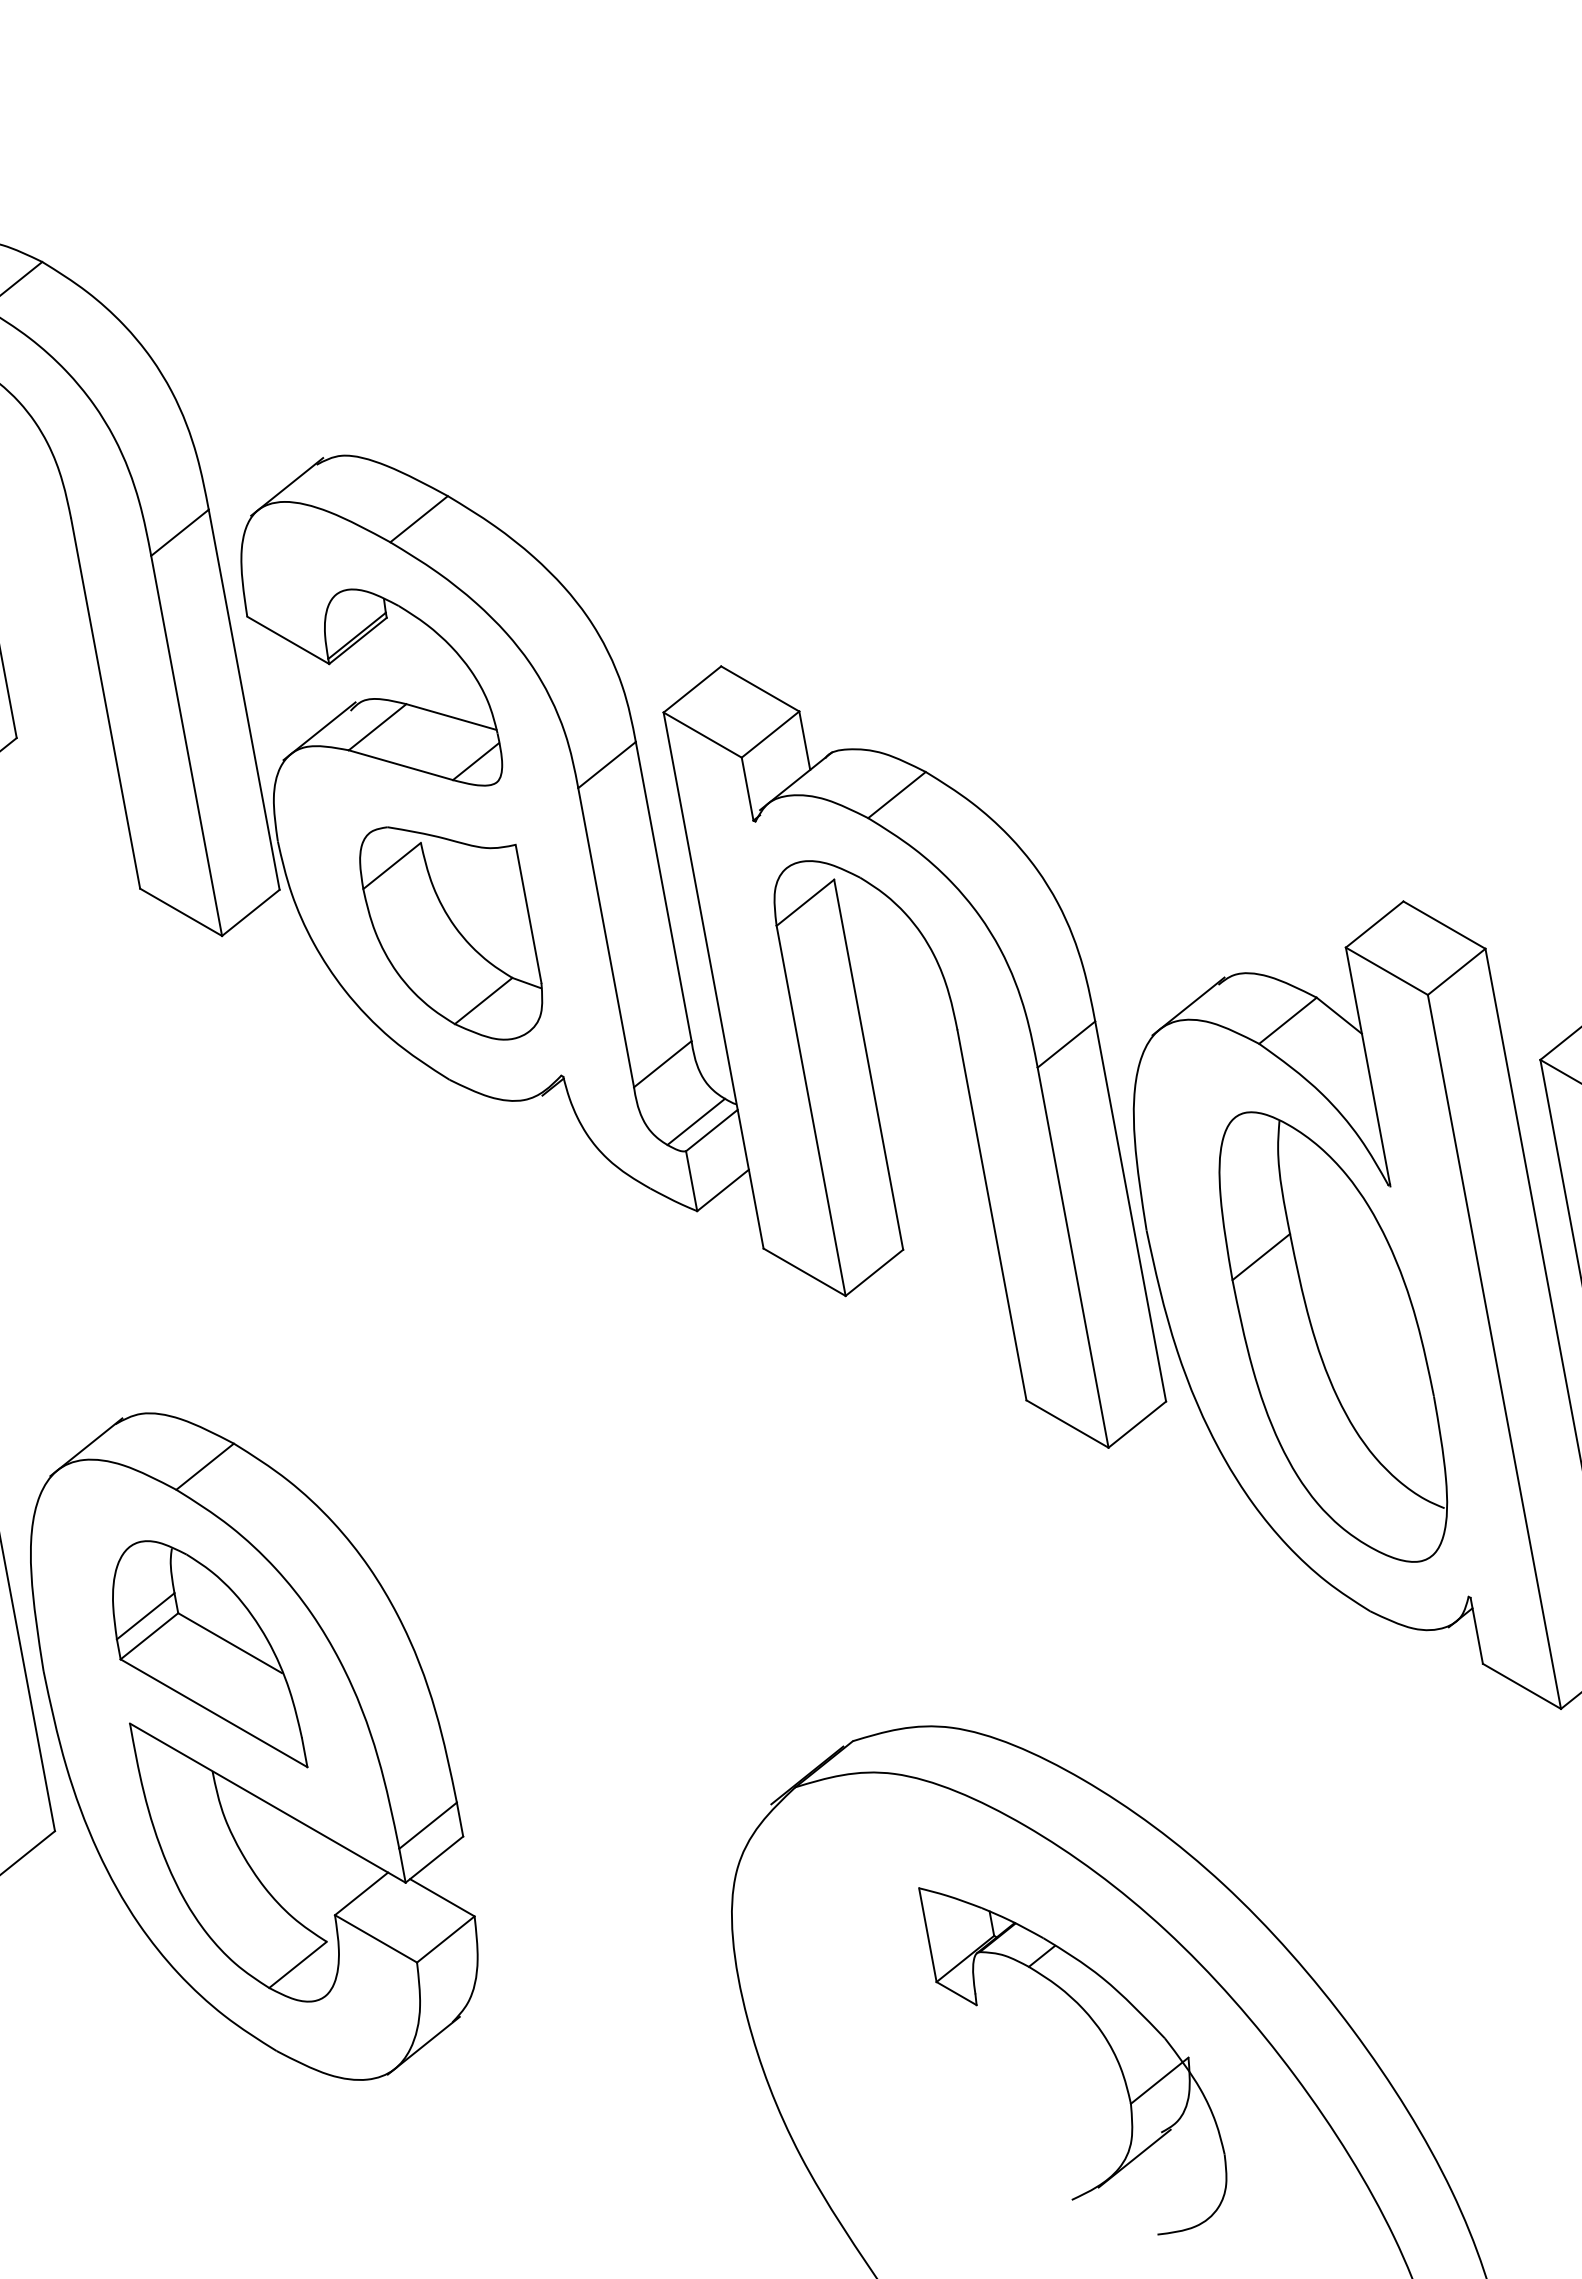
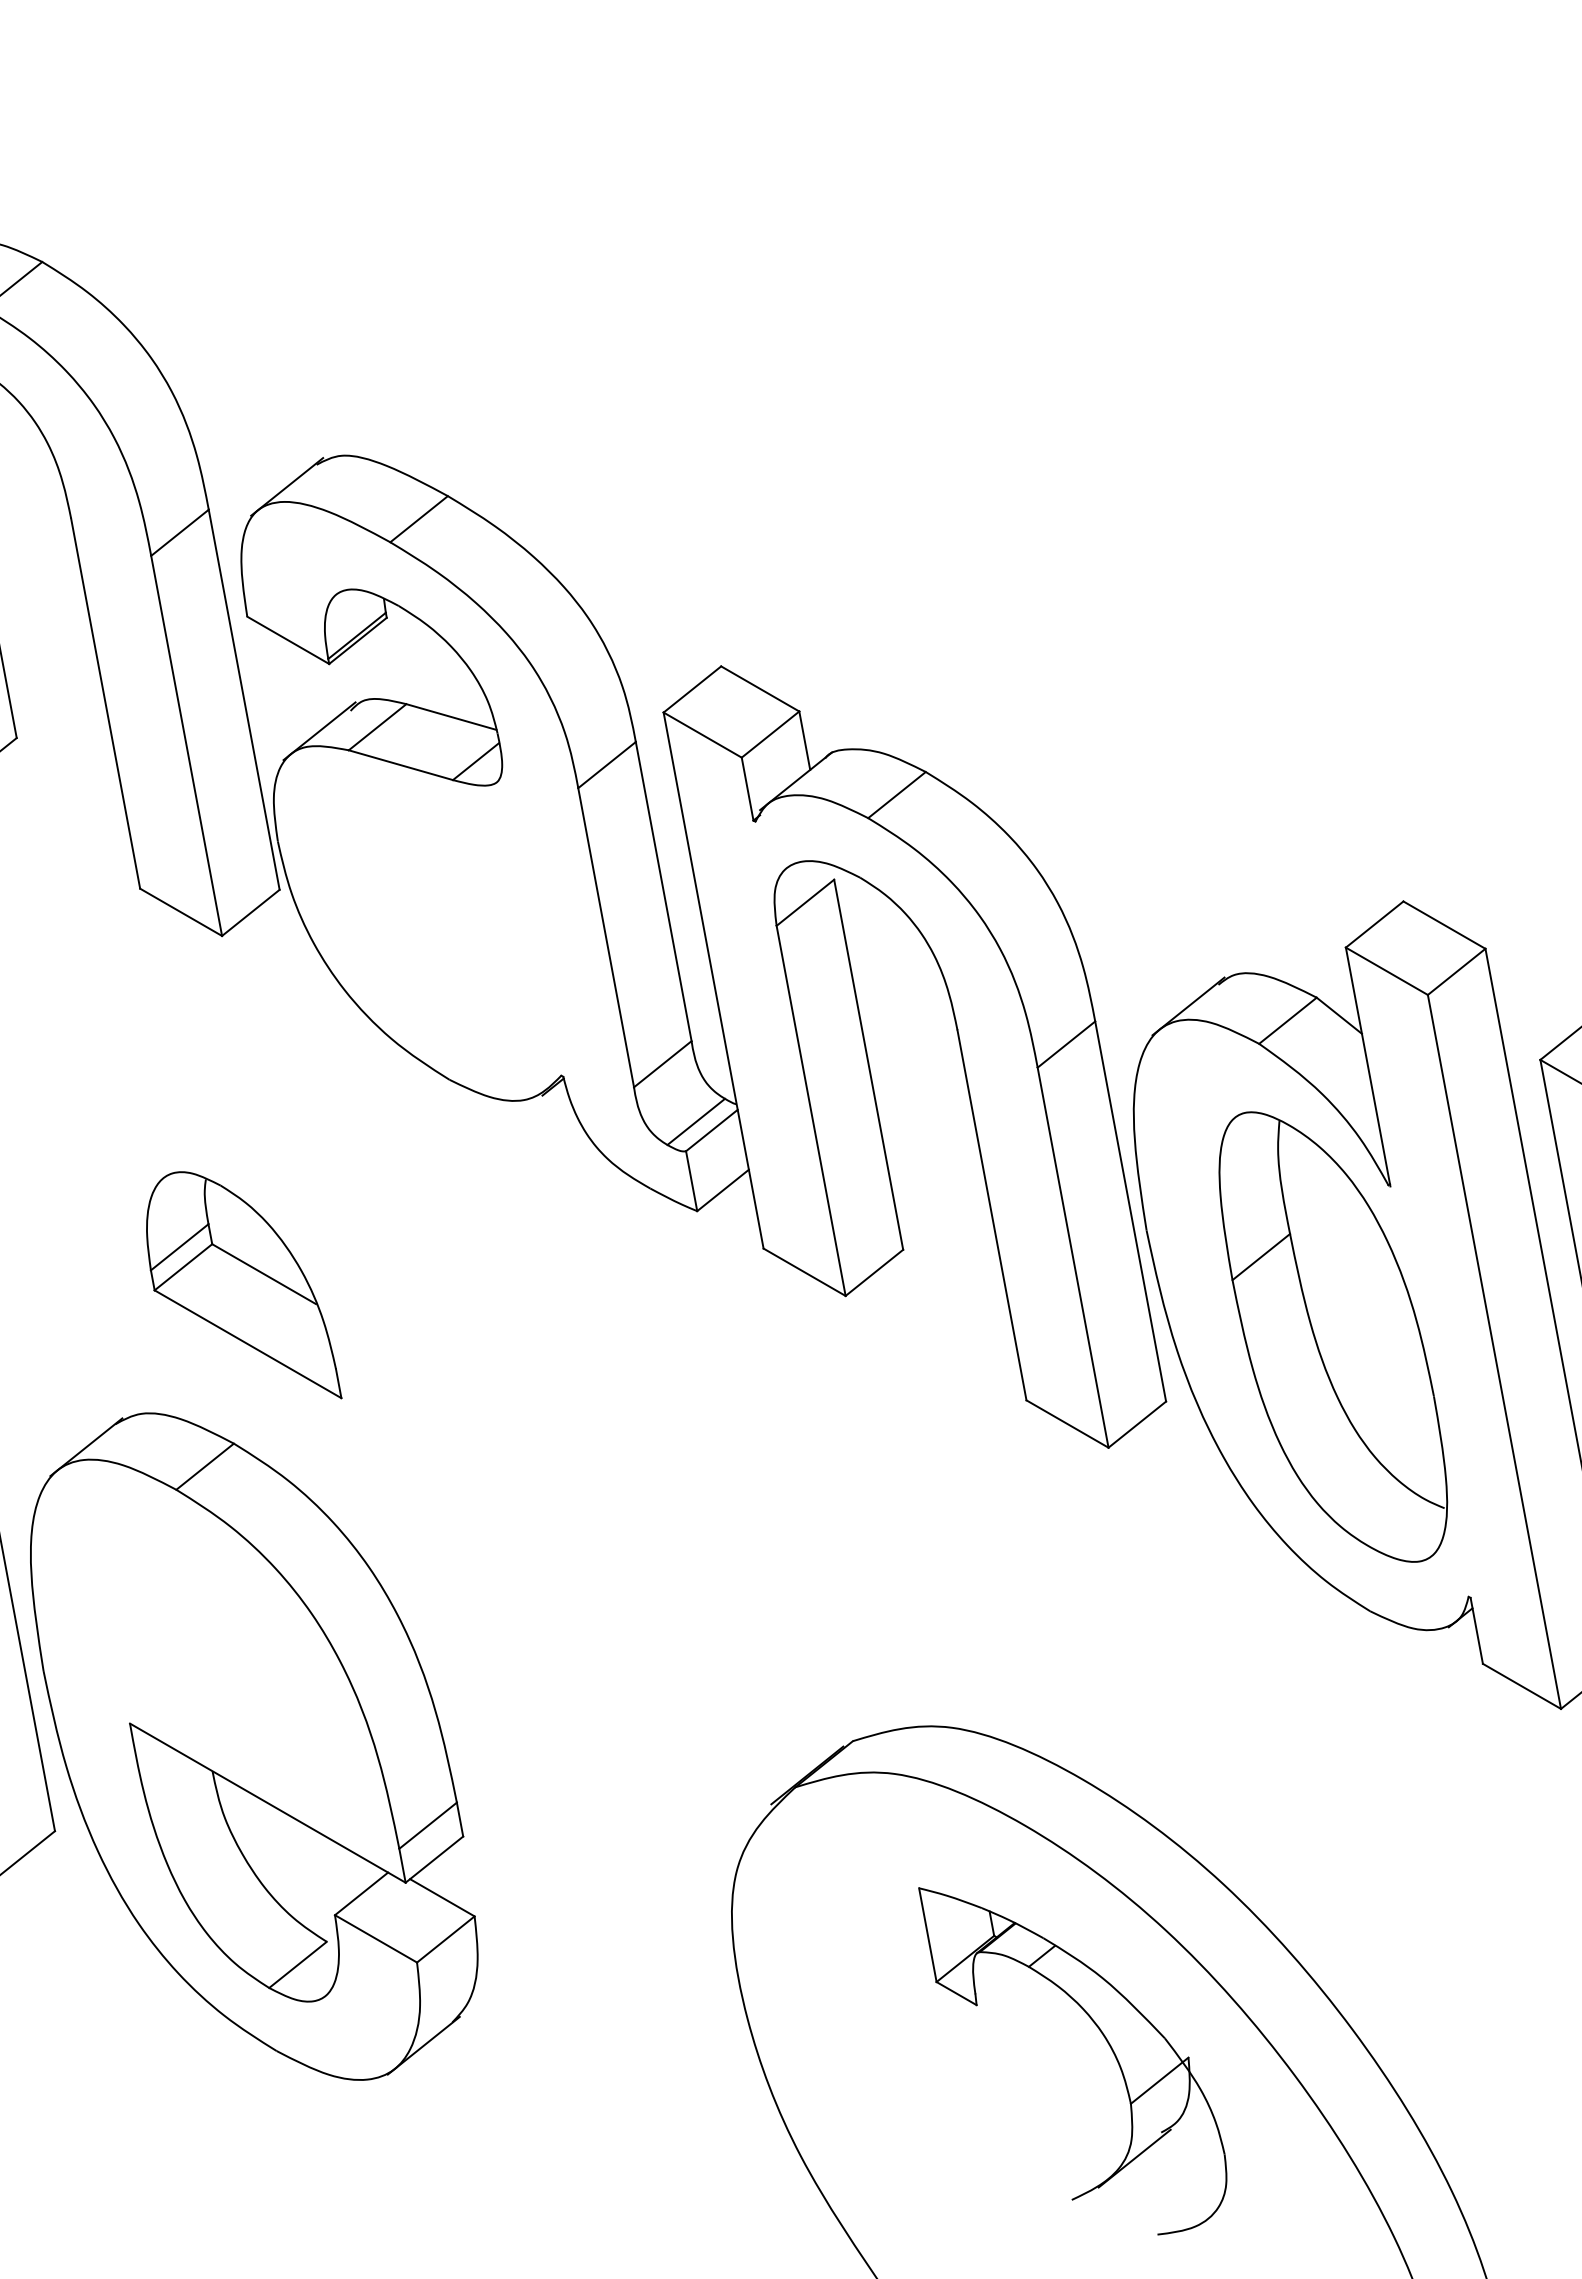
part at (451, 933): present -> none
part at (210, 1654) position: (210, 1654) -> (244, 1285)
